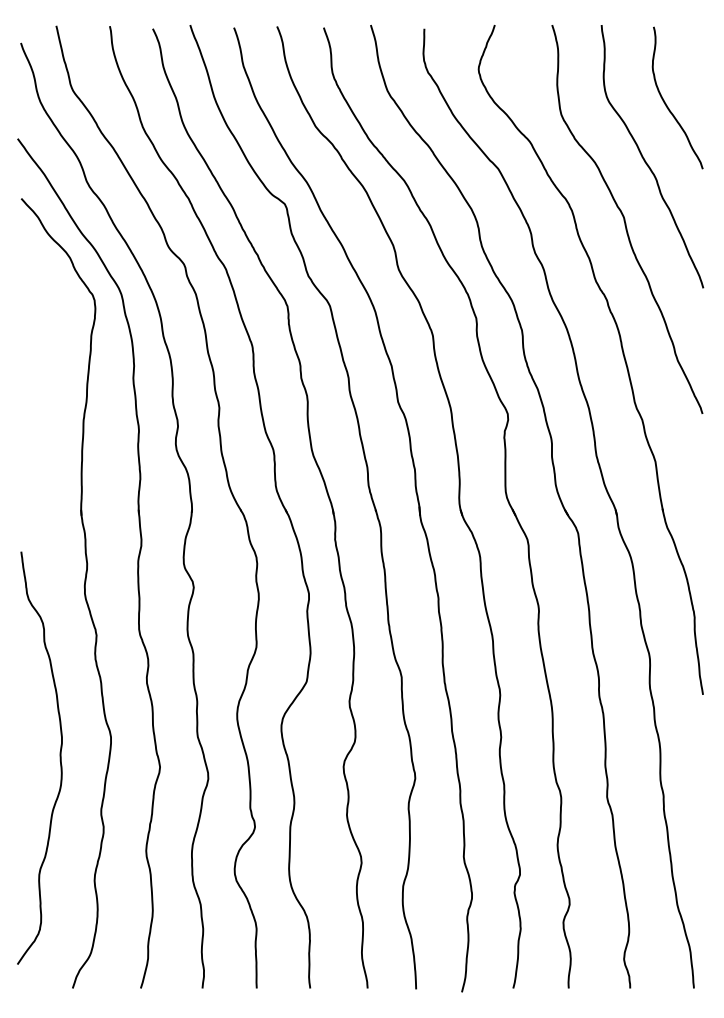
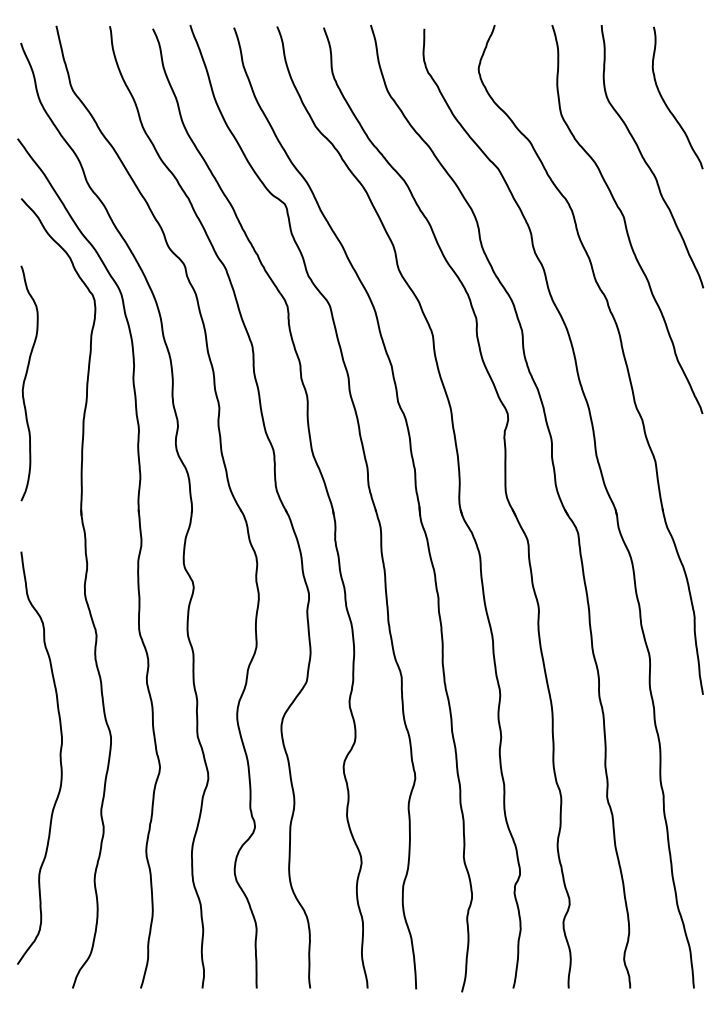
curve at (25, 381): none -> present
